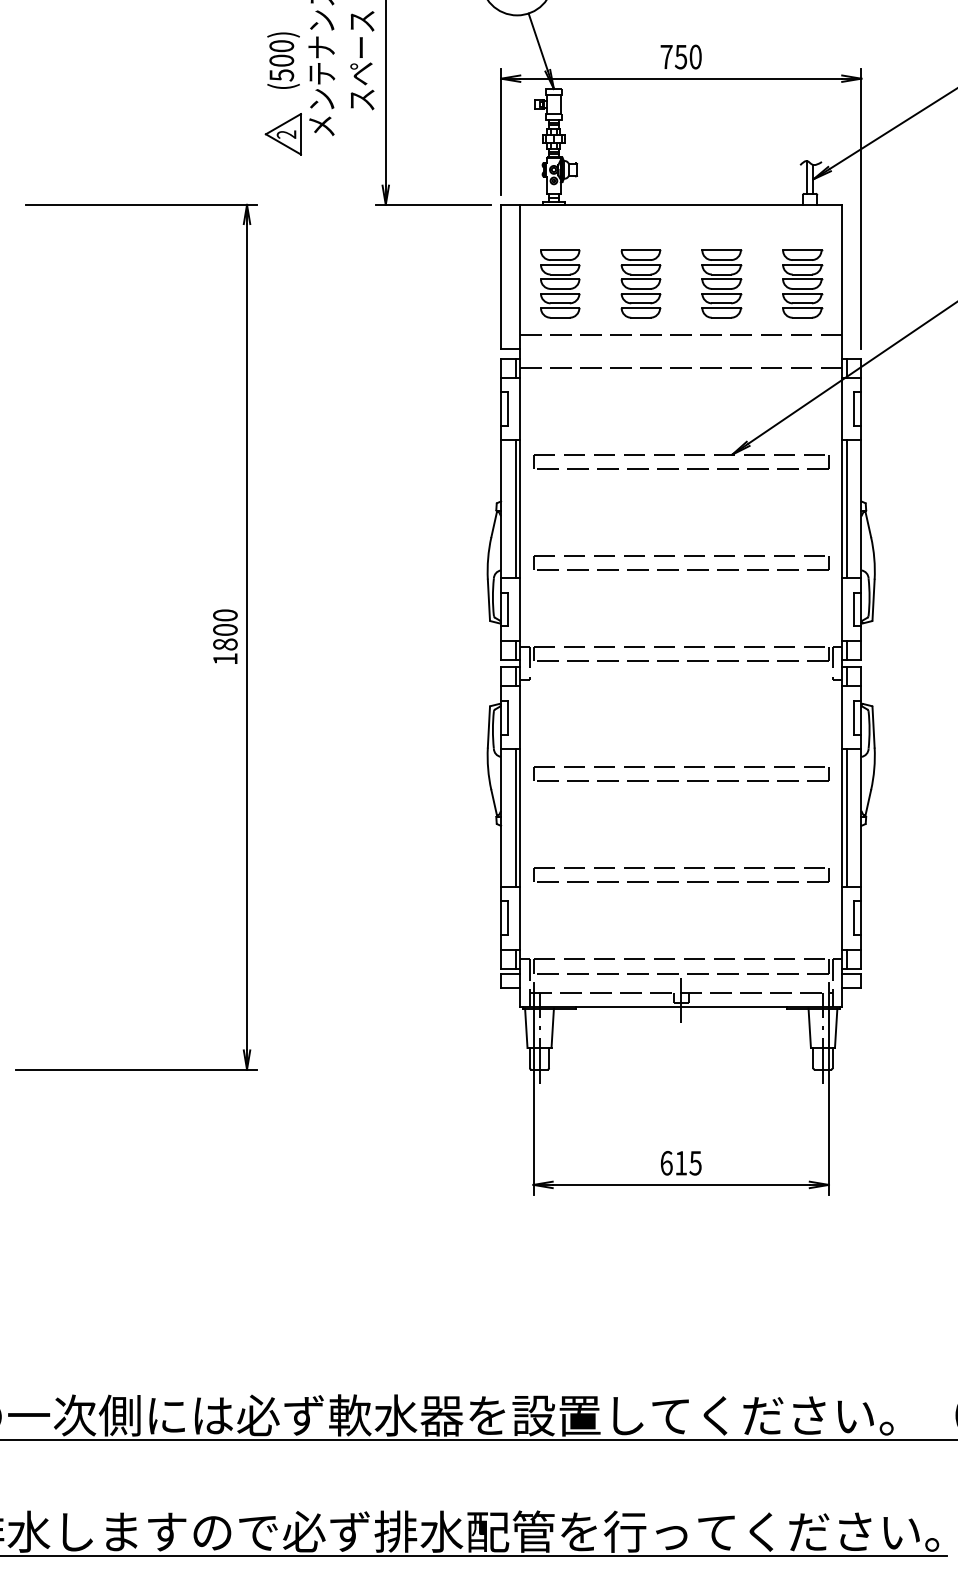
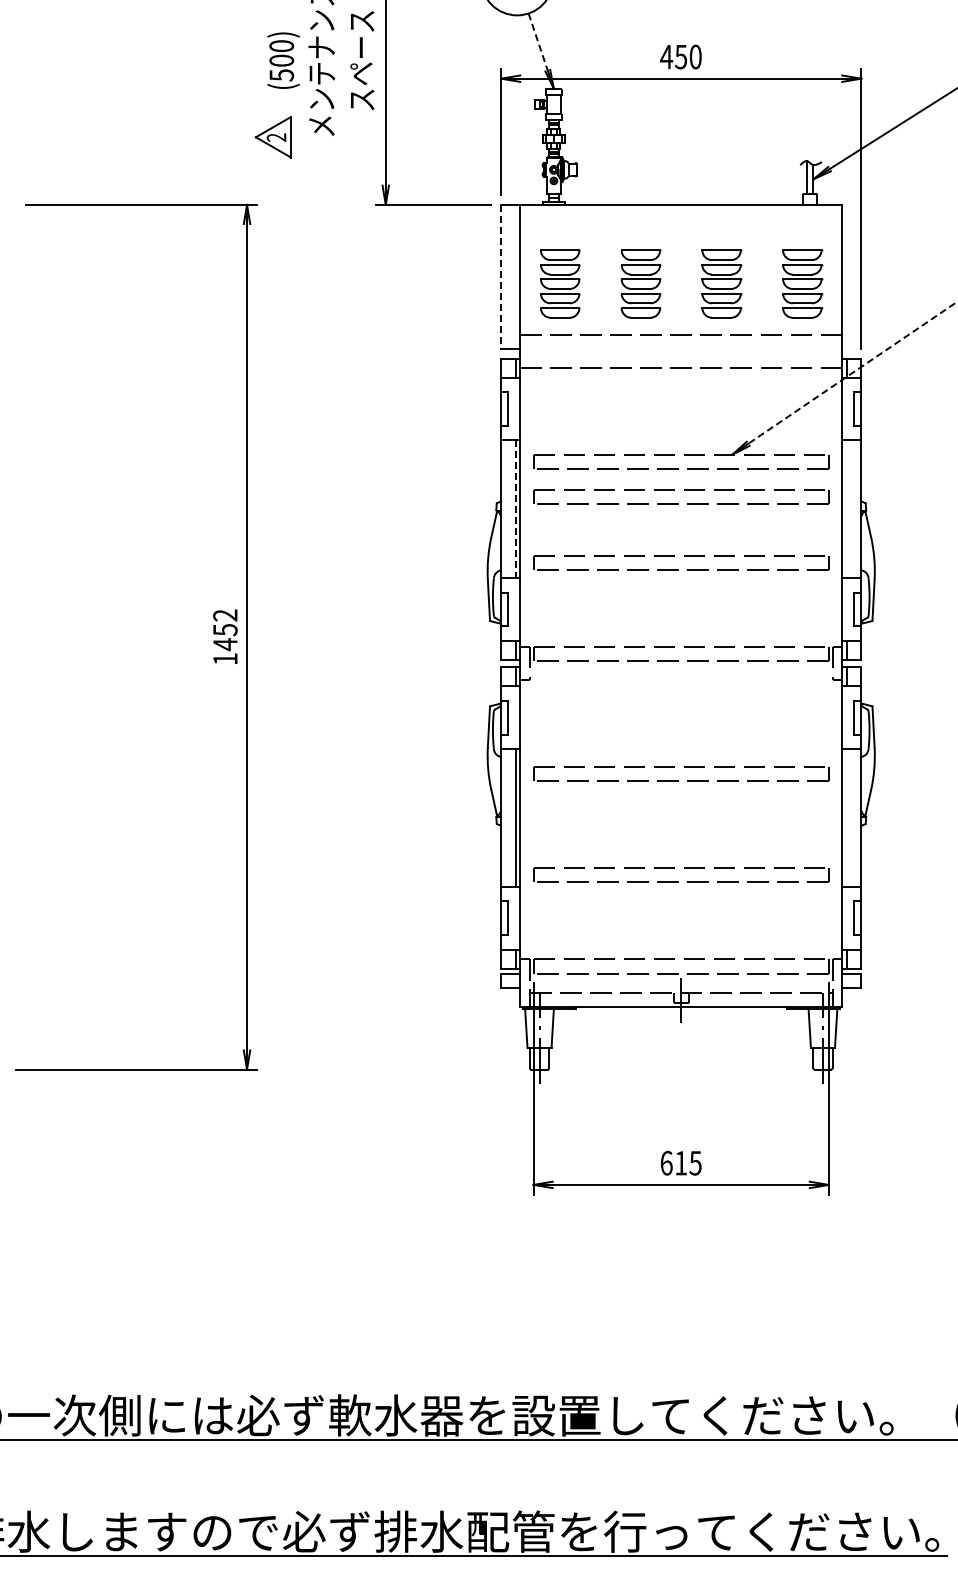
line at (538, 42): solid -> dashed
text at (666, 56): 750 -> 450
part at (282, 134) position: (282, 134) -> (272, 137)
line at (501, 277): solid -> dashed
line at (852, 372): solid -> dashed
part at (684, 490): none -> present
line at (515, 509): solid -> dashed
line at (846, 509): present -> none
text at (225, 630): 1800 -> 1452
line at (846, 817): present -> none
